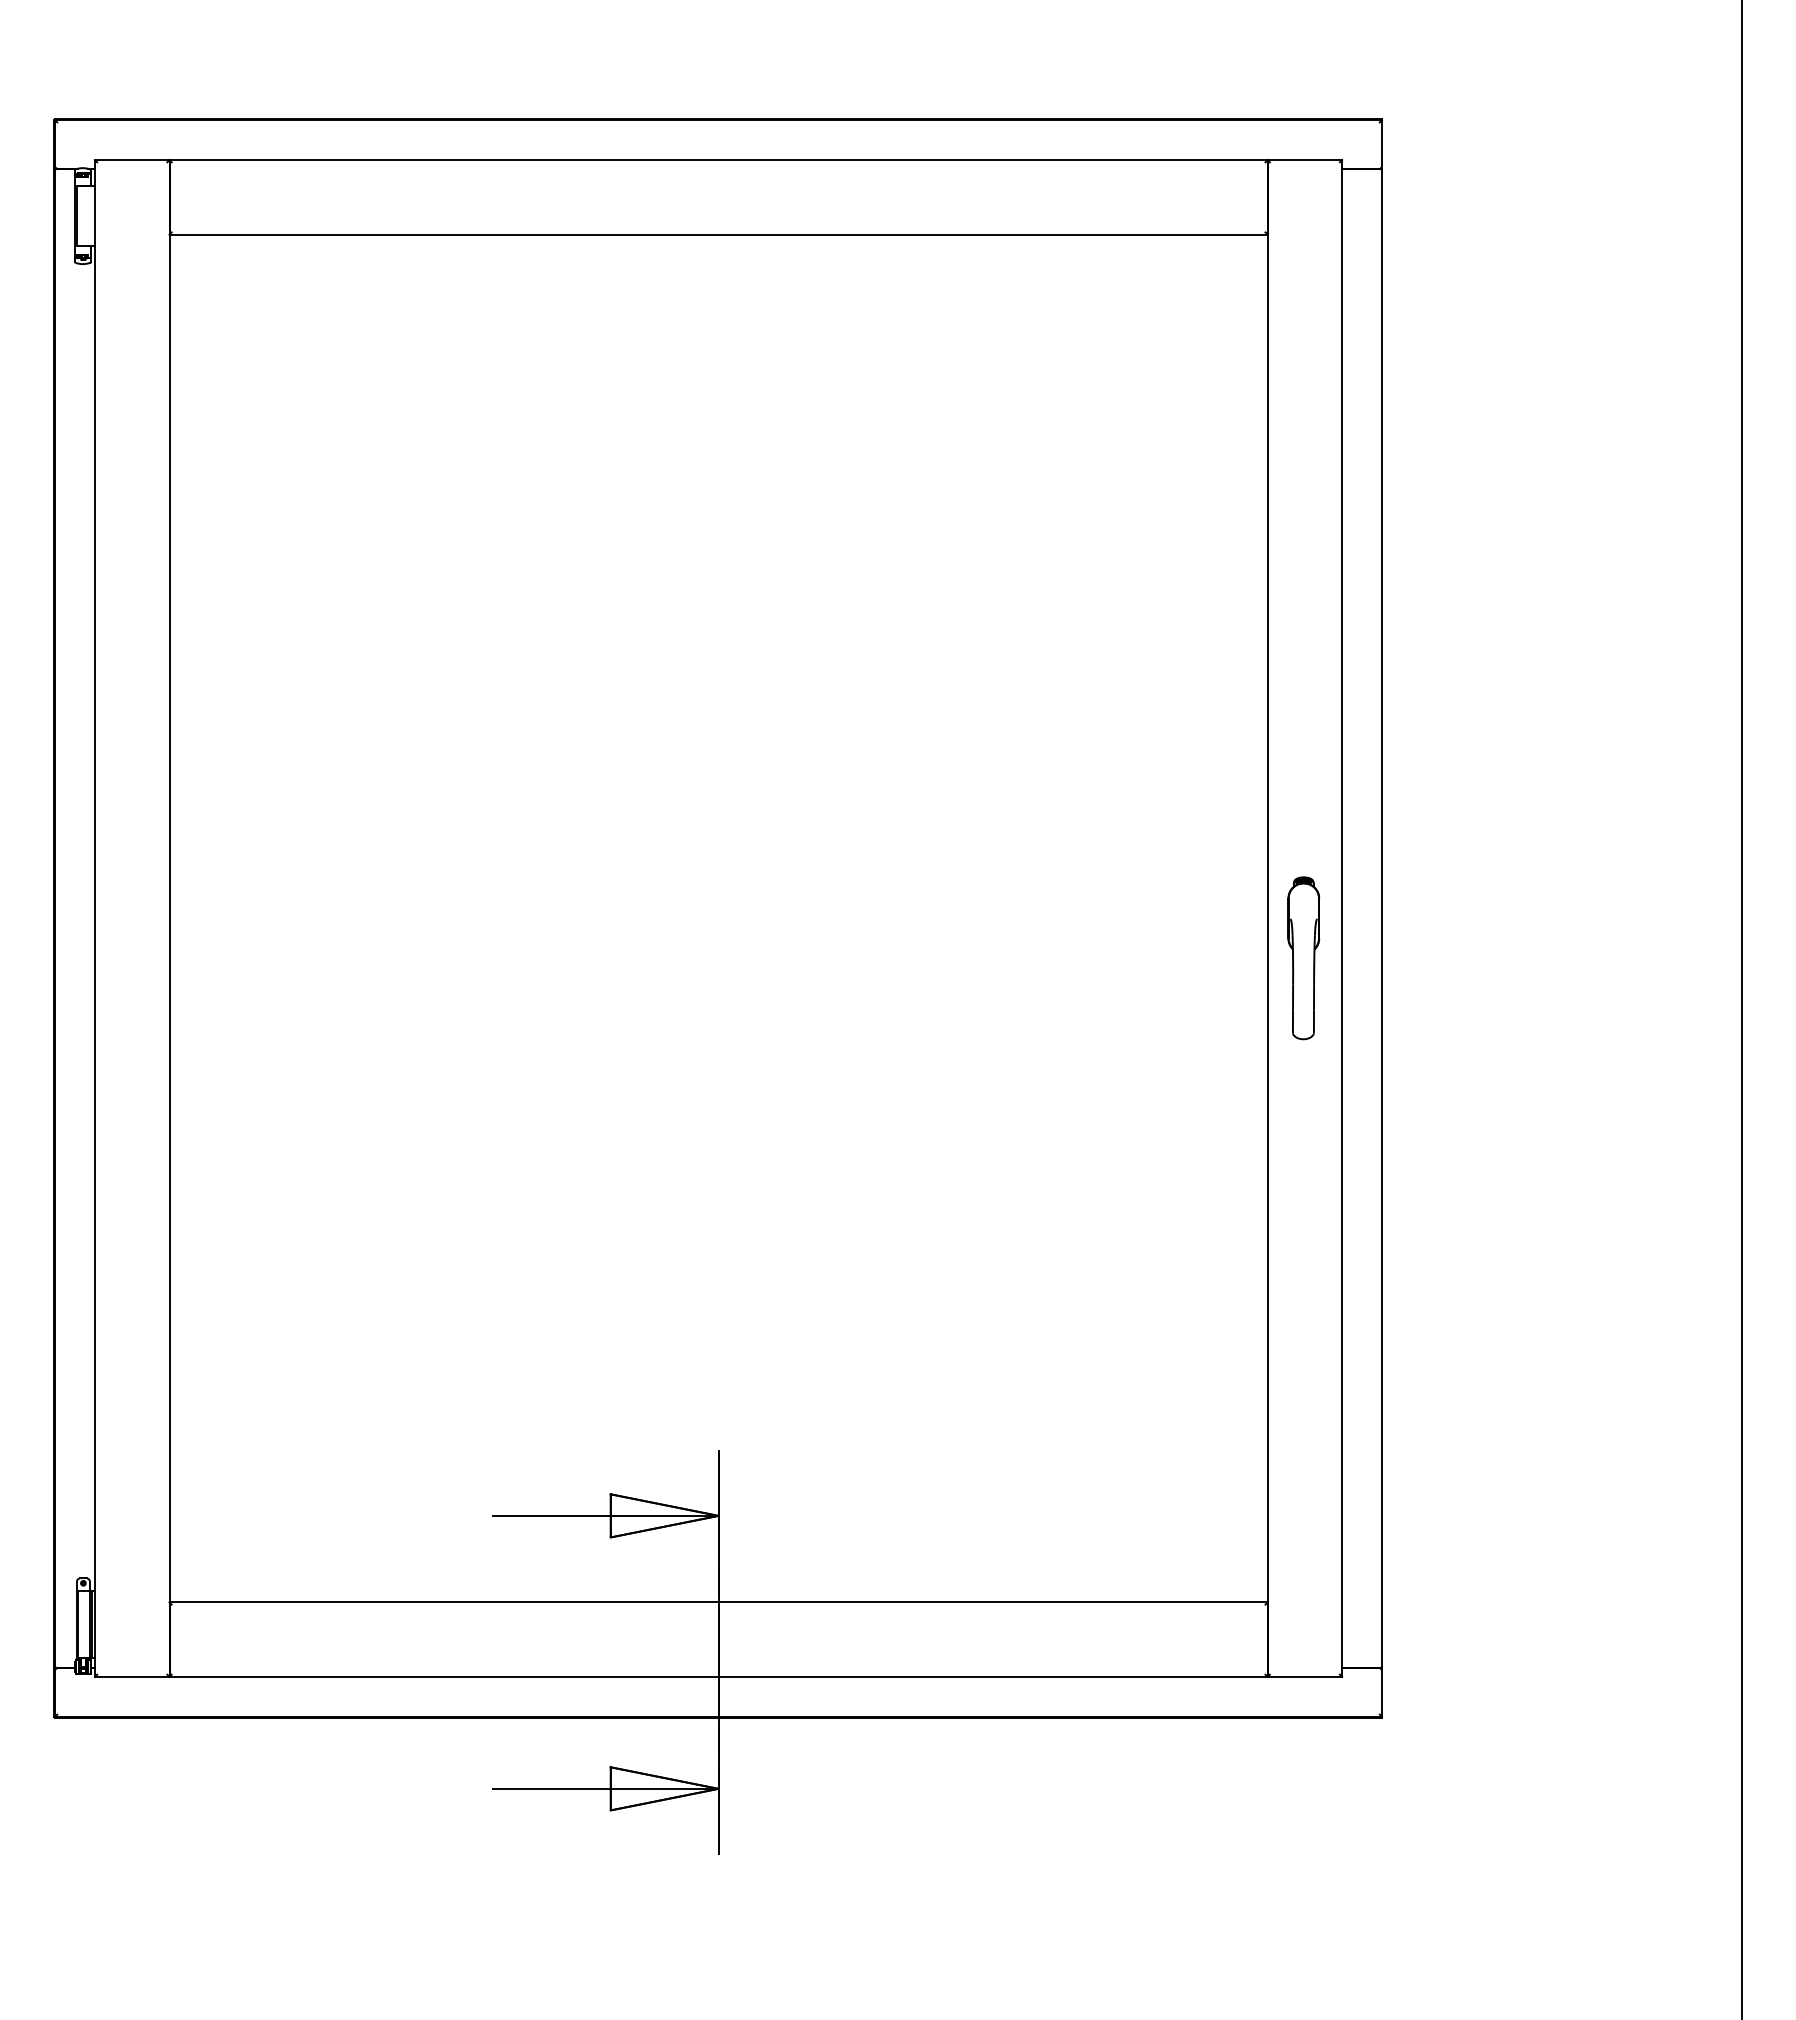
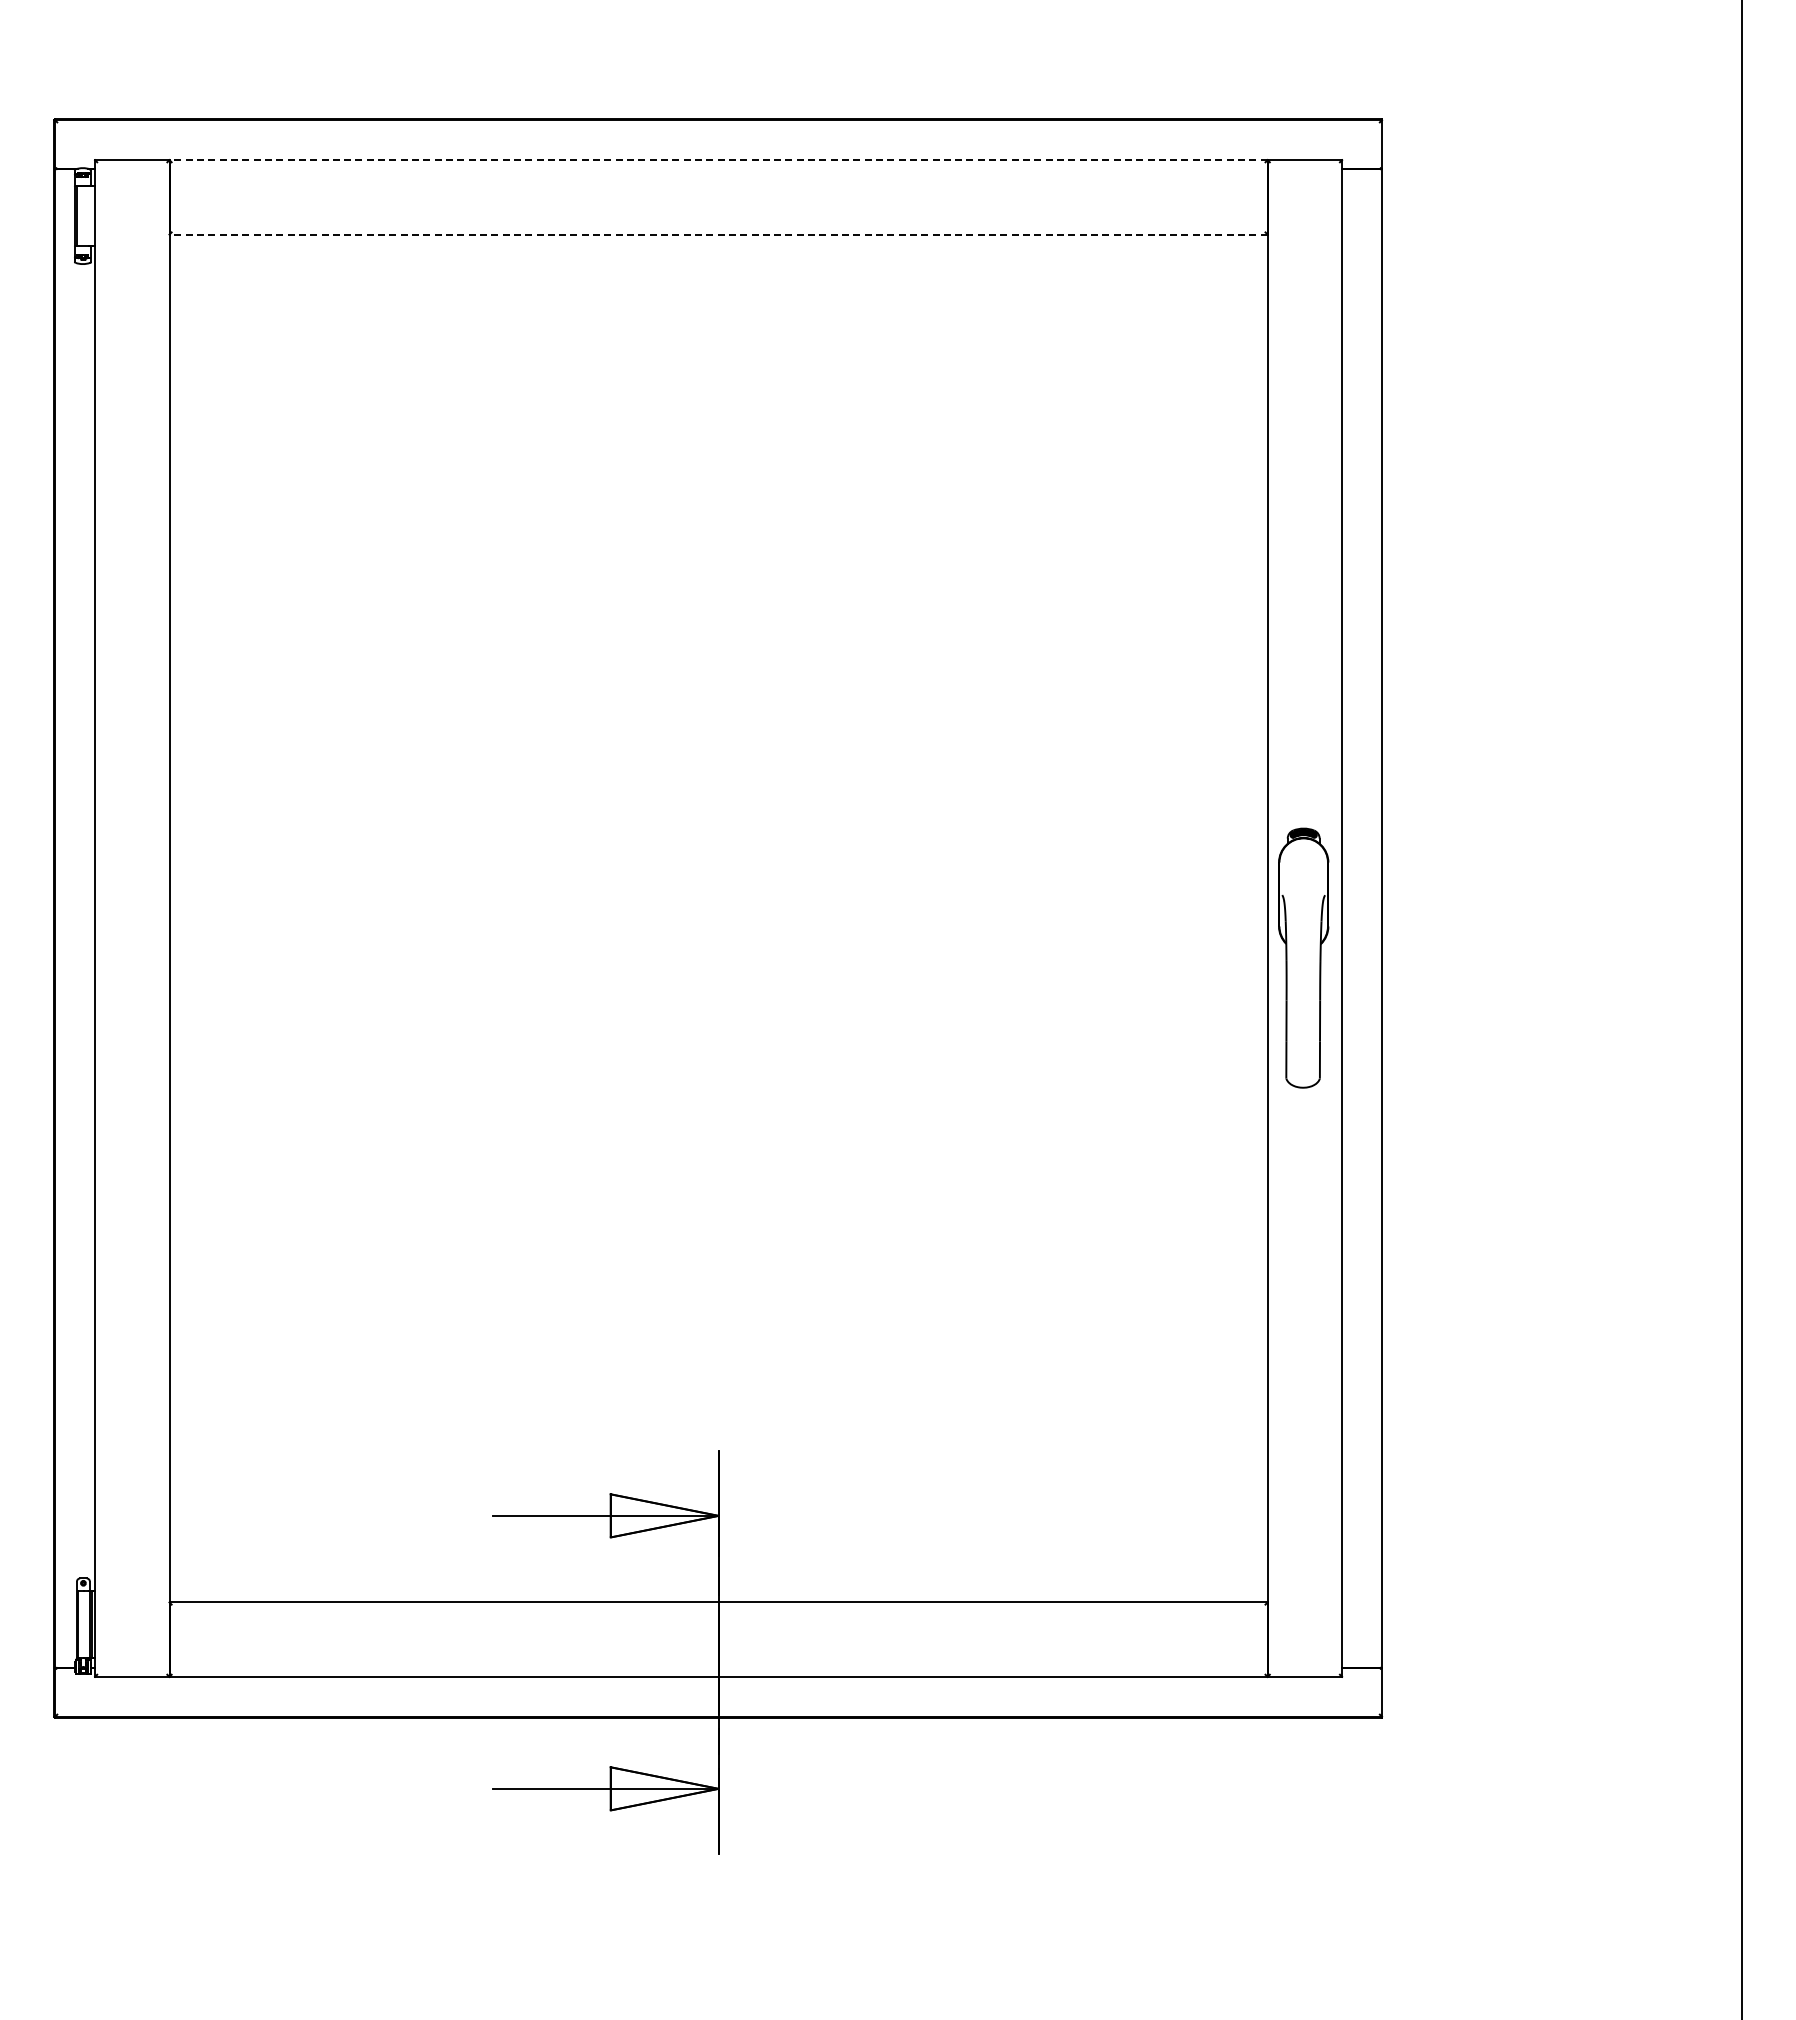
line at (718, 160): solid -> dashed
line at (718, 234): solid -> dashed
part at (1303, 958) size: 34x165 px -> 52x262 px
